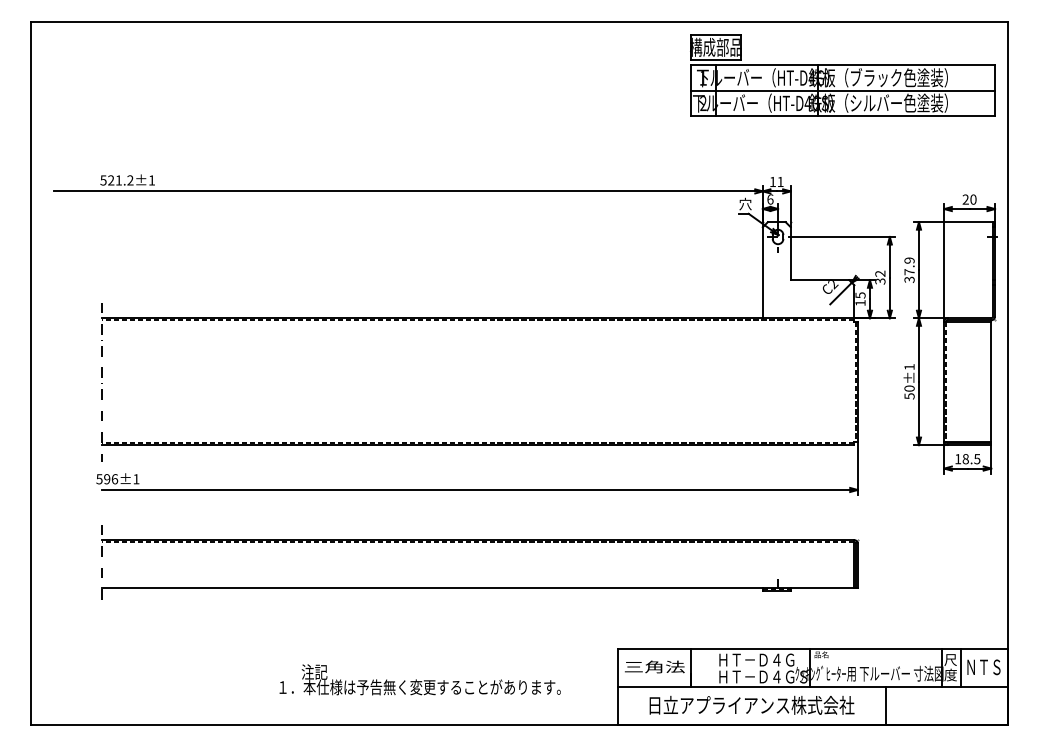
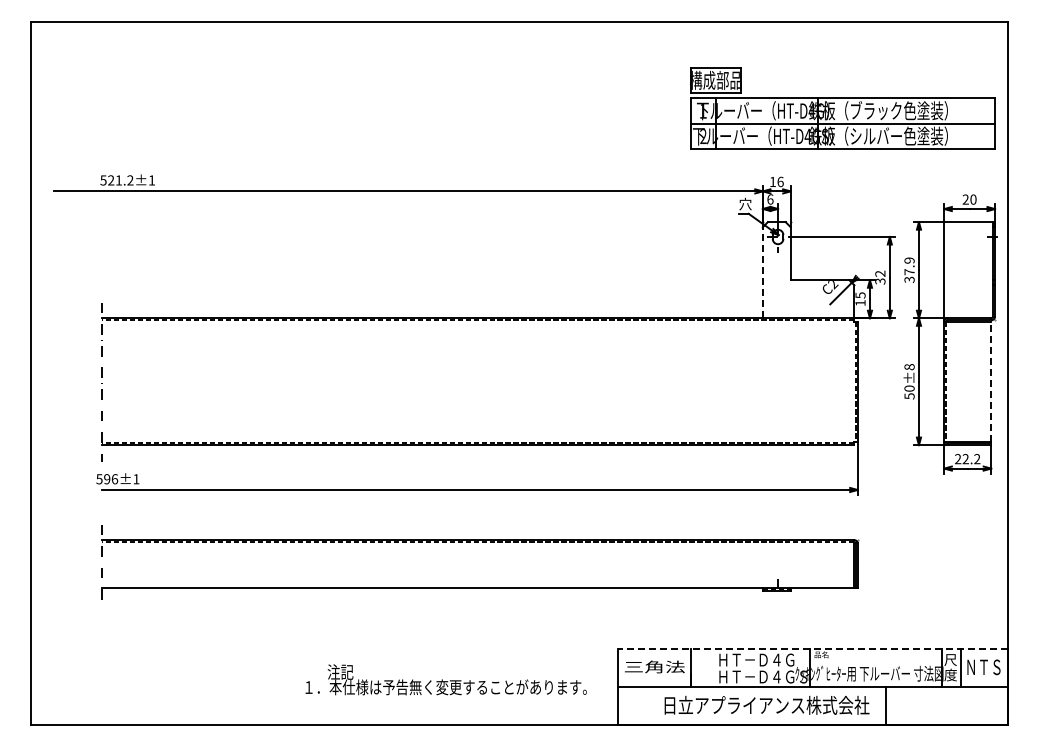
part at (842, 75) position: (842, 75) -> (842, 108)
text at (780, 181): 11 -> 16
line at (762, 272): solid -> dashed
text at (909, 367): 50±1 -> 50±8
line at (991, 381): solid -> dashed
text at (967, 459): 18.5 -> 22.2
line at (813, 648): solid -> dashed
text at (419, 679) position: (419, 679) -> (445, 679)
text at (751, 704) position: (751, 704) -> (766, 704)
